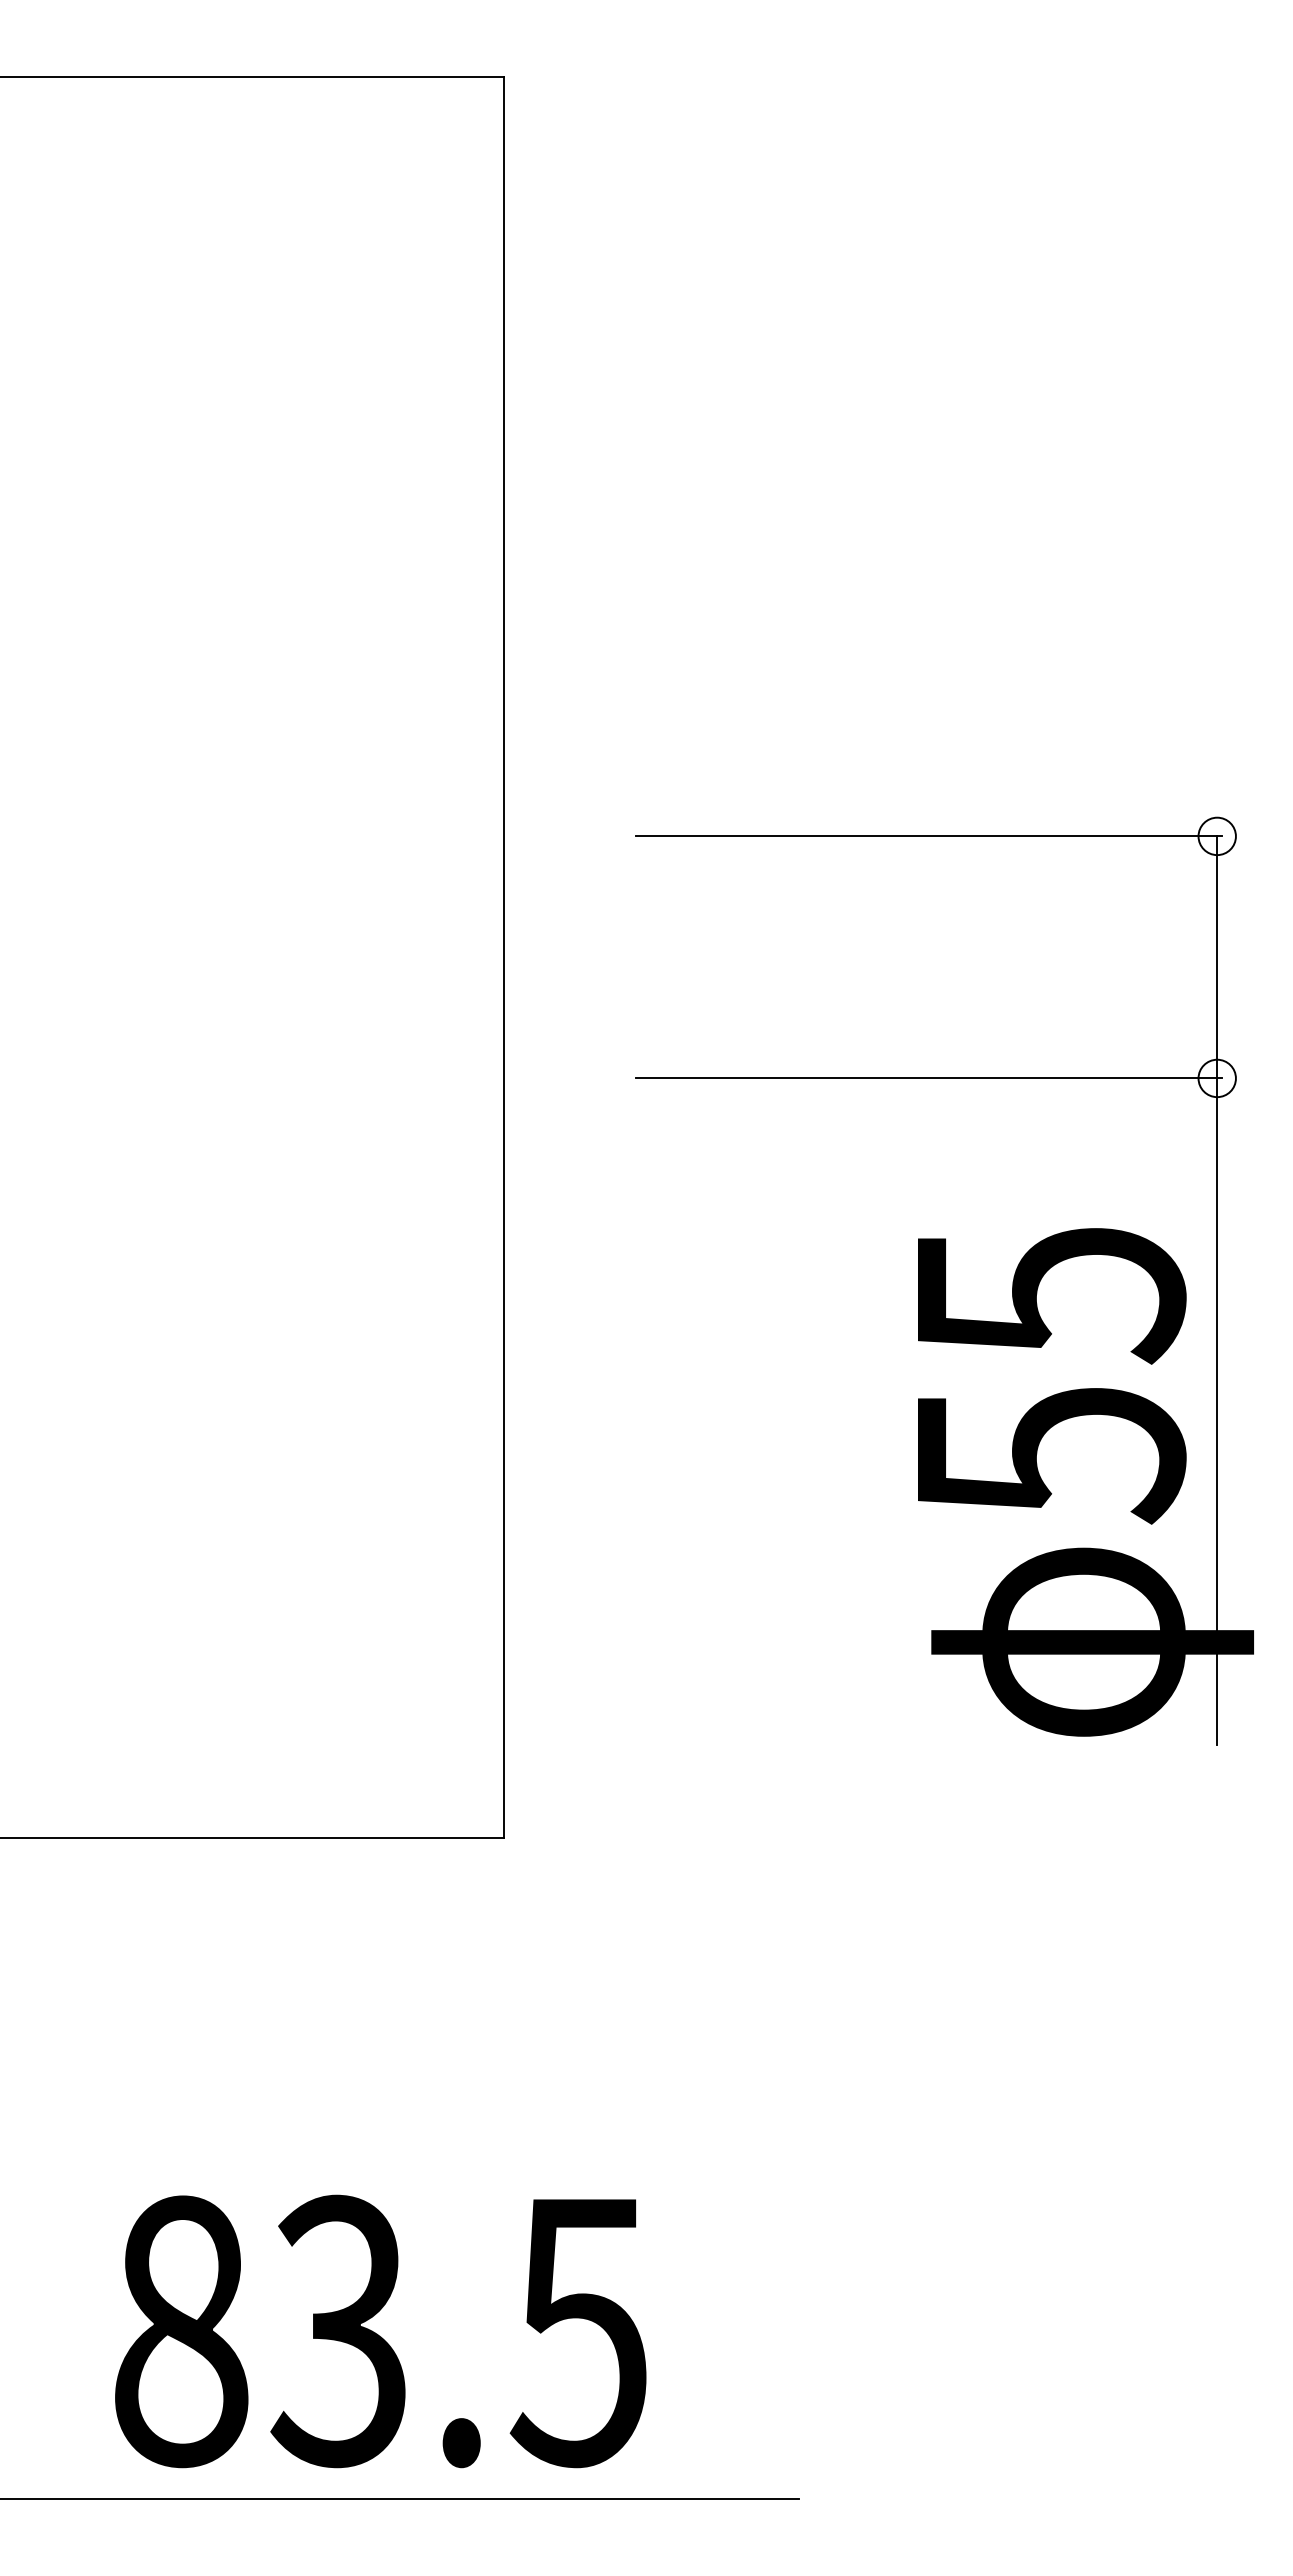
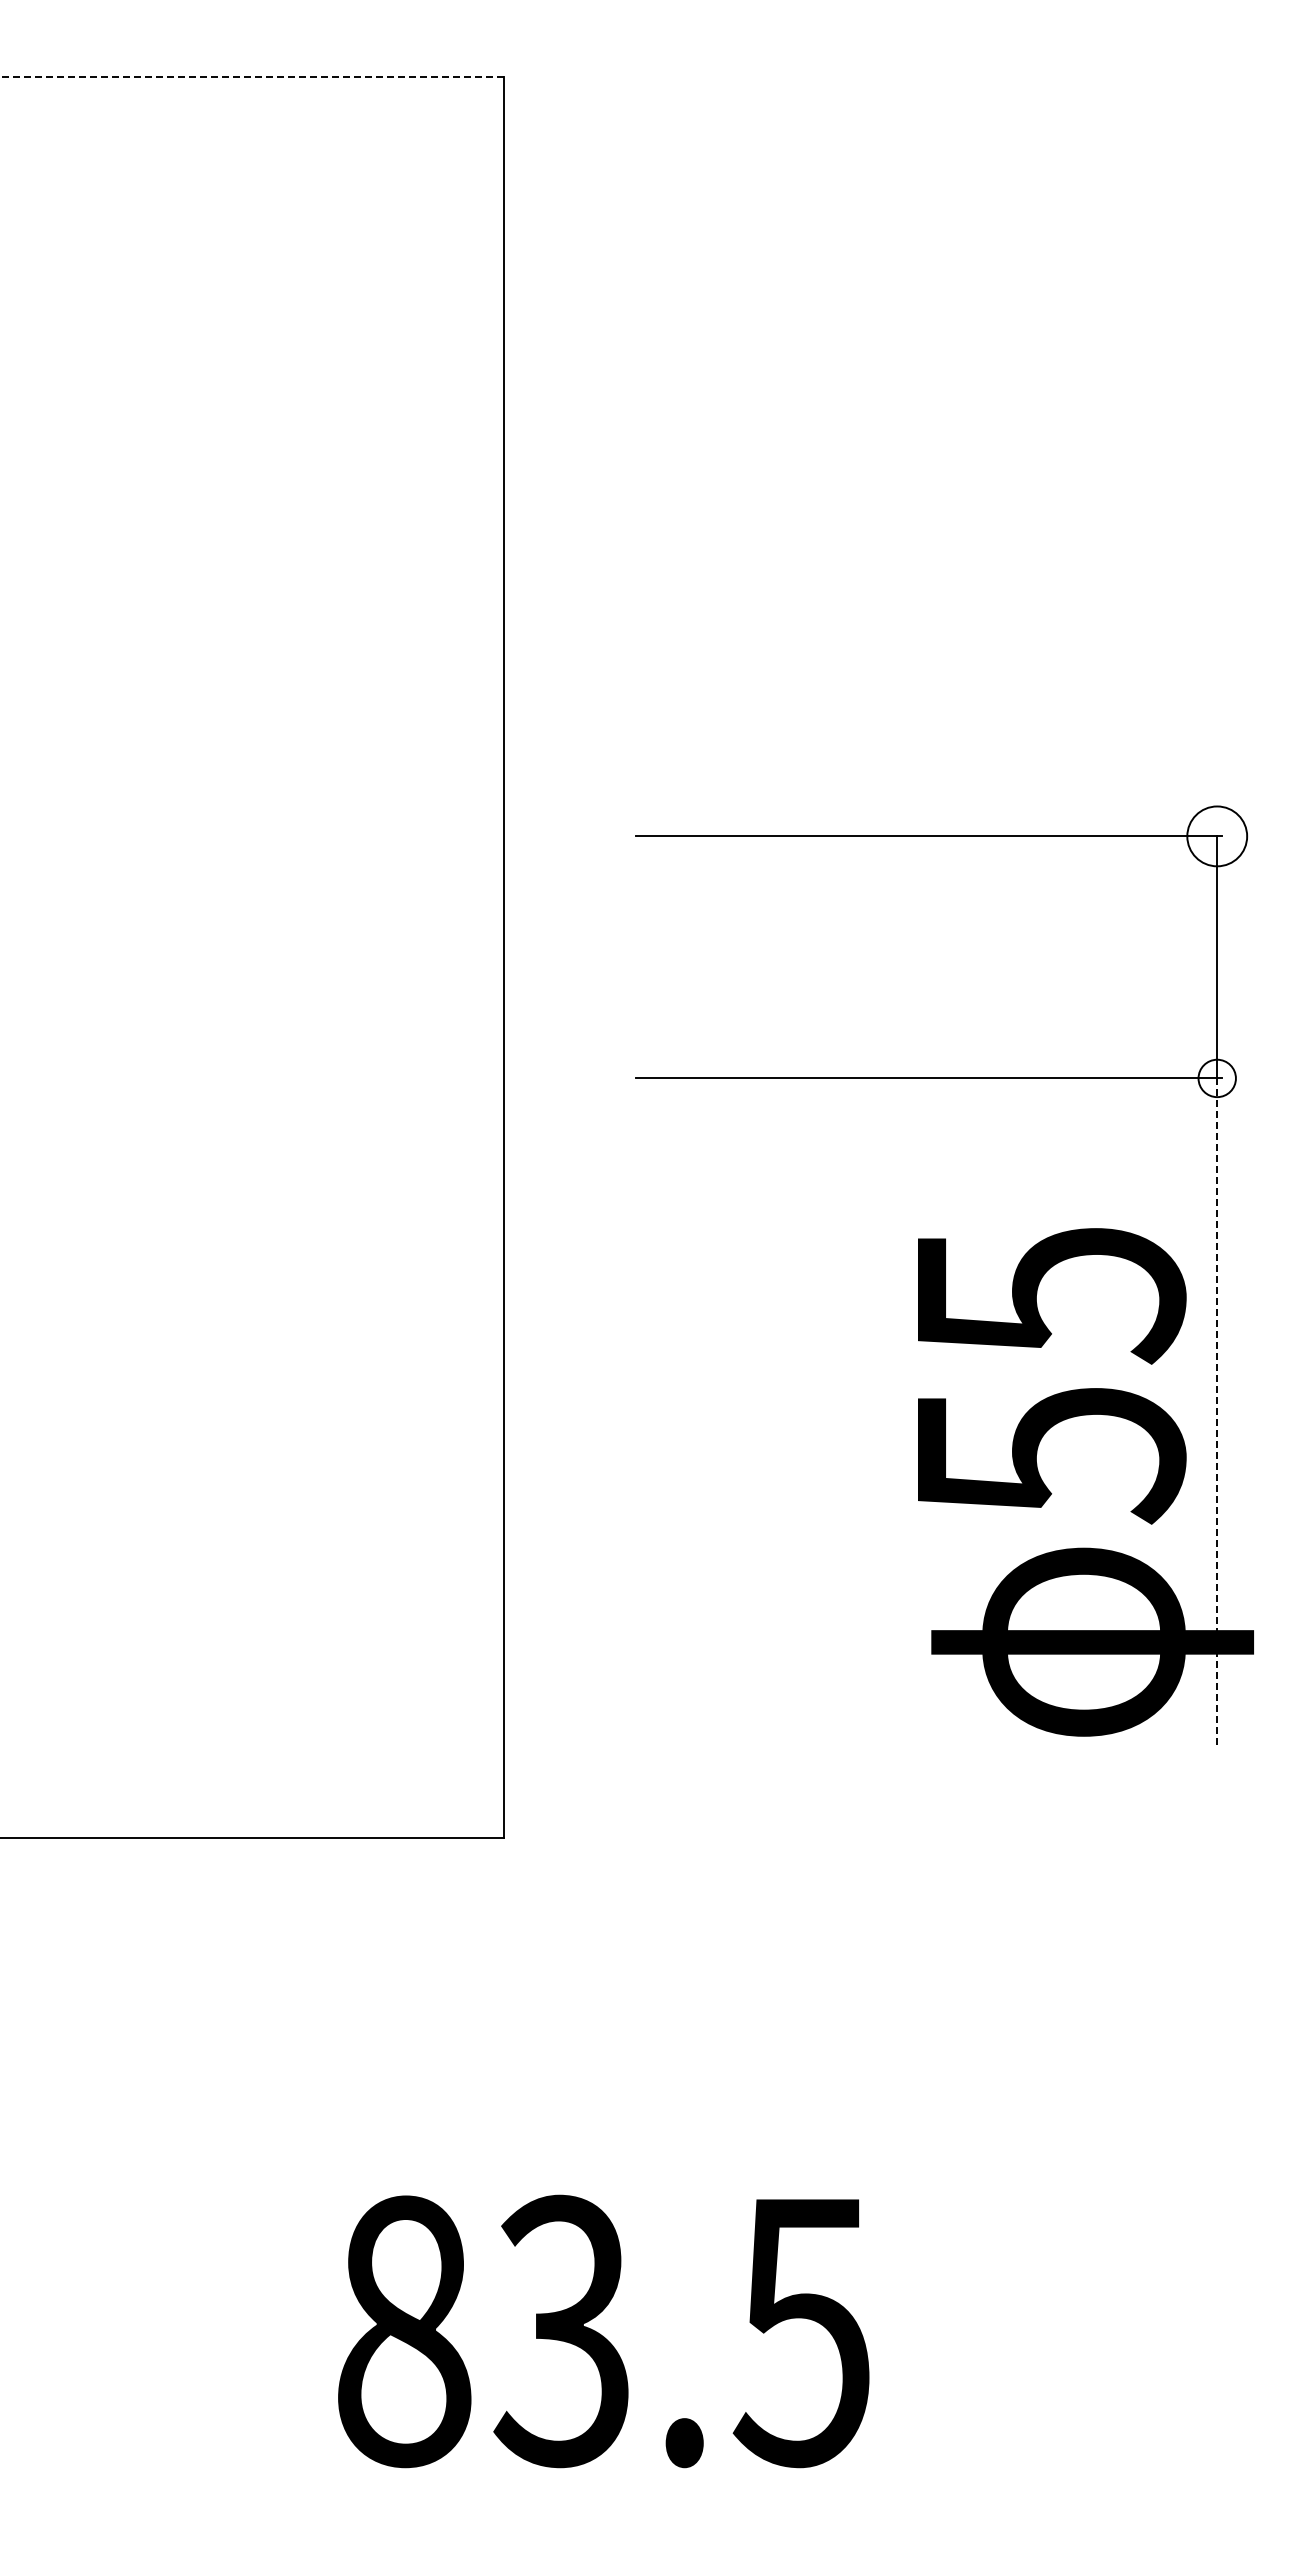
line at (252, 77): solid -> dashed
circle at (1216, 836) diameter: 37 px -> 60 px
line at (1217, 1412): solid -> dashed
text at (380, 2331) position: (380, 2331) -> (603, 2331)
line at (400, 2498): present -> none
